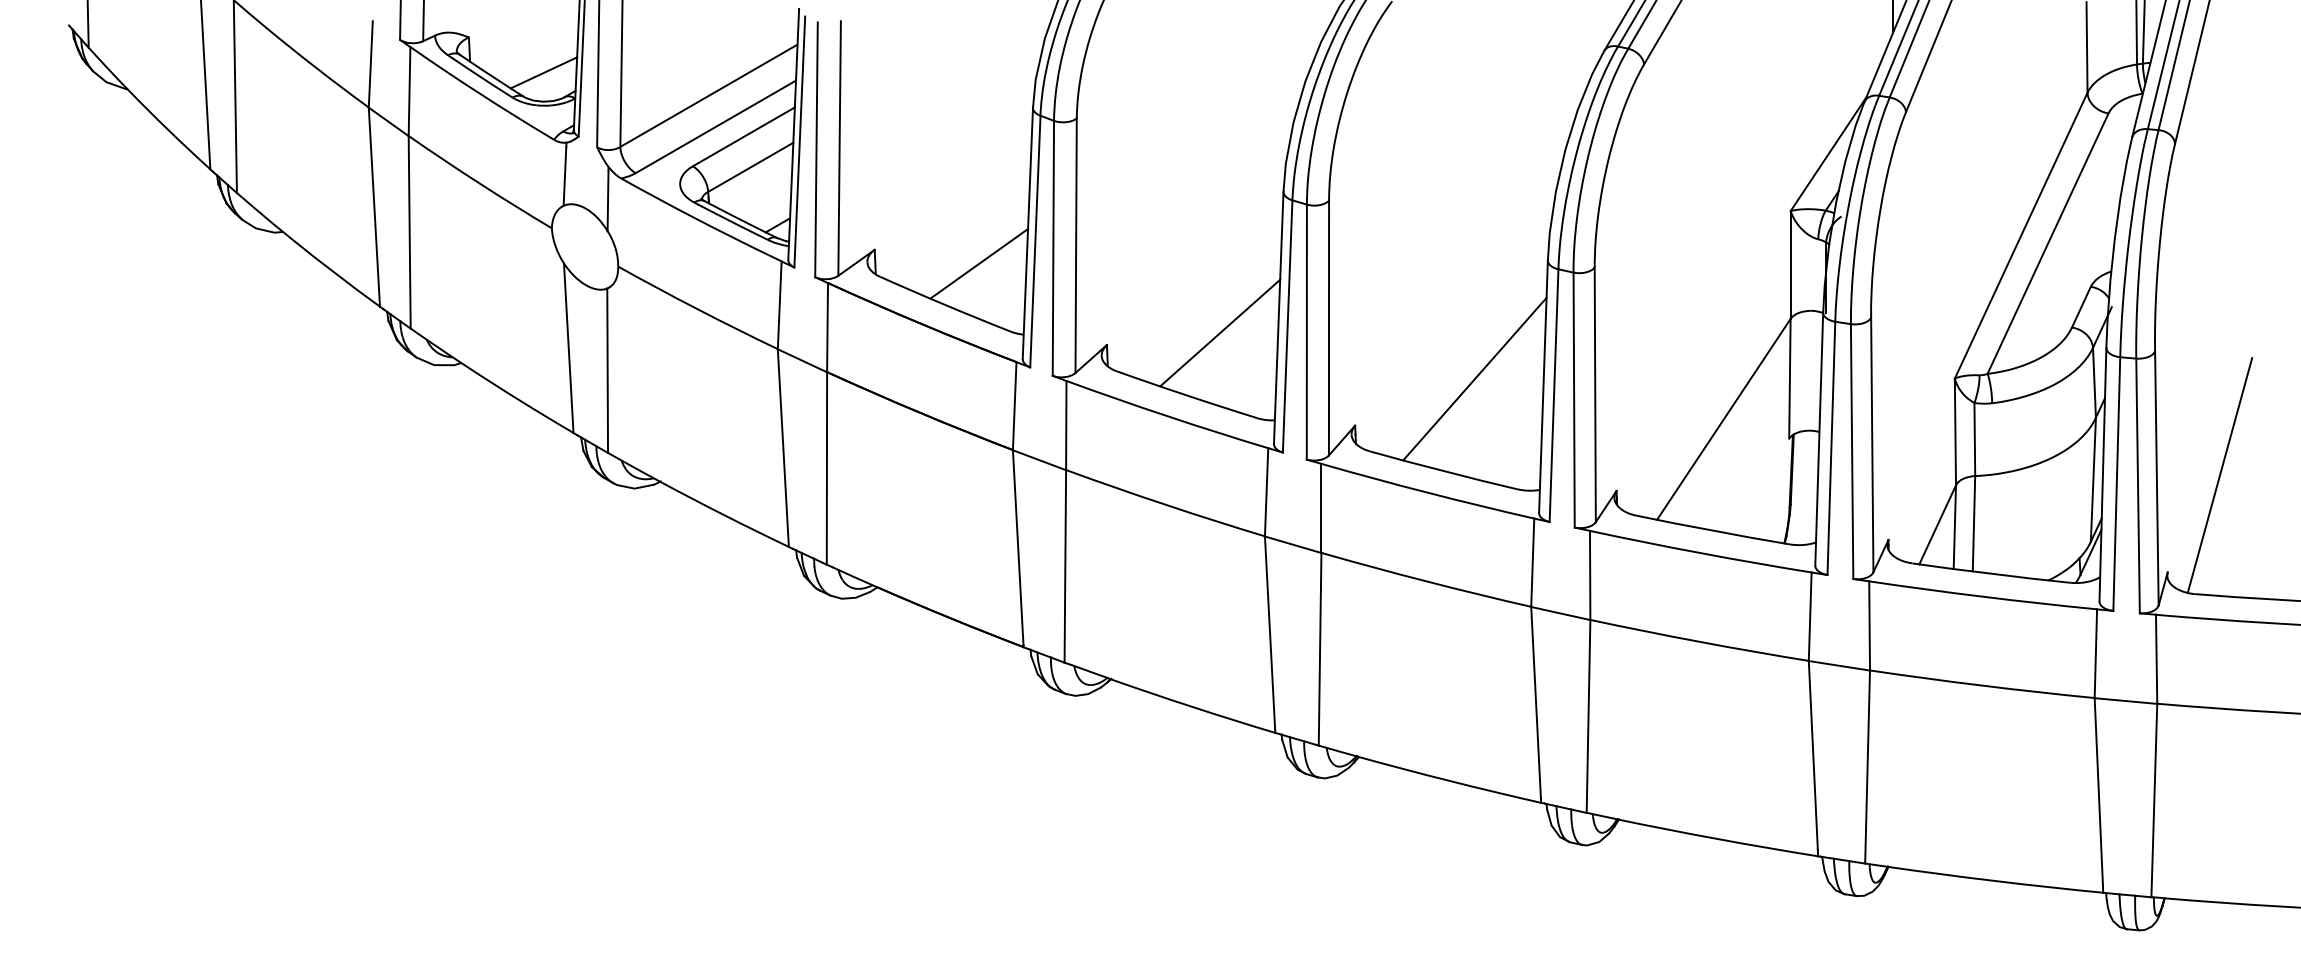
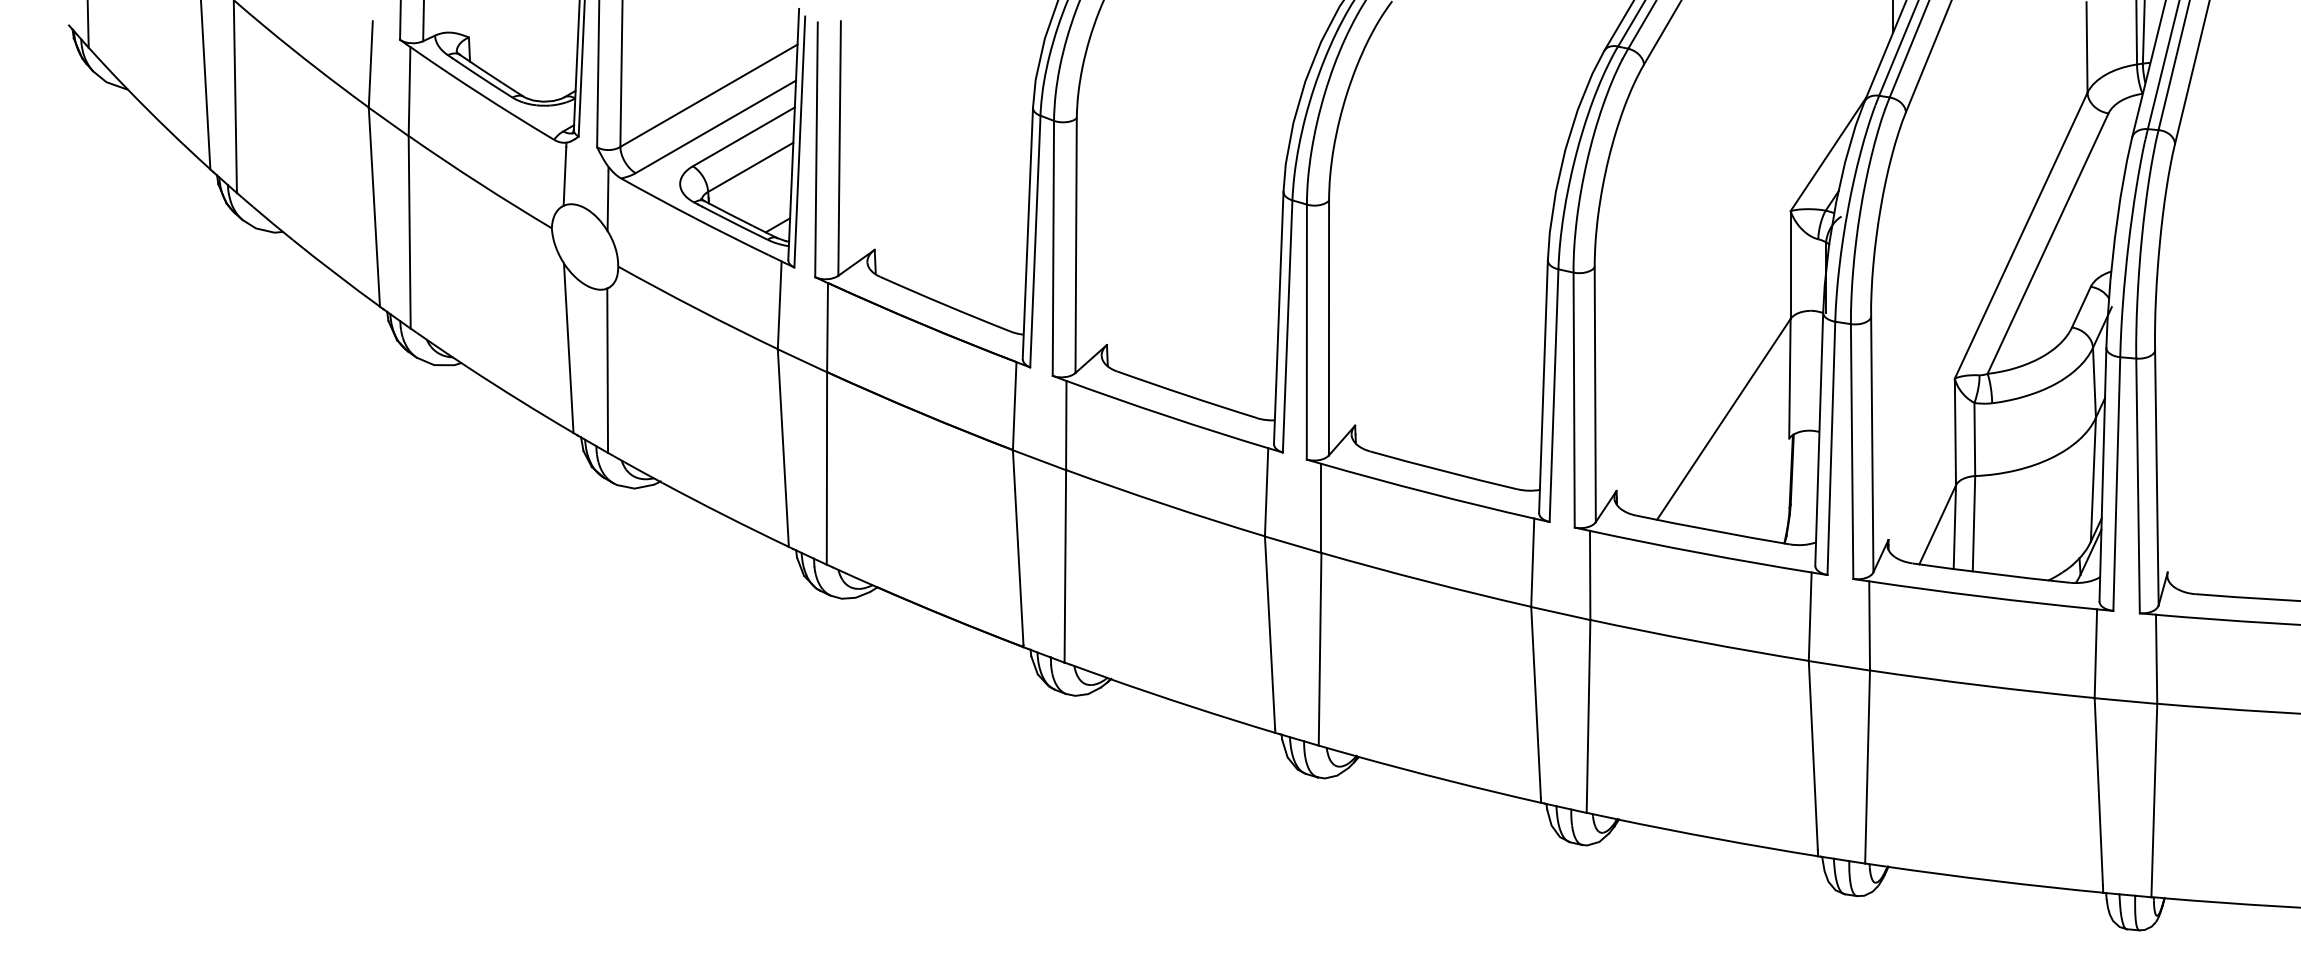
line at (543, 72): present -> none
line at (979, 263): present -> none
line at (1220, 332): present -> none
line at (1474, 378): present -> none
line at (2219, 475): present -> none
